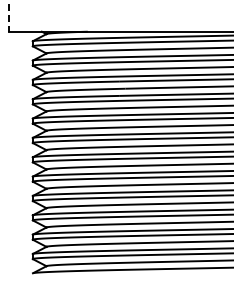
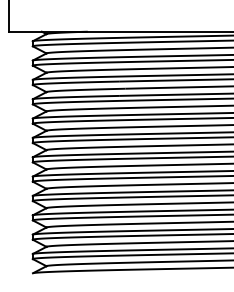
line at (8, 15): dashed -> solid
